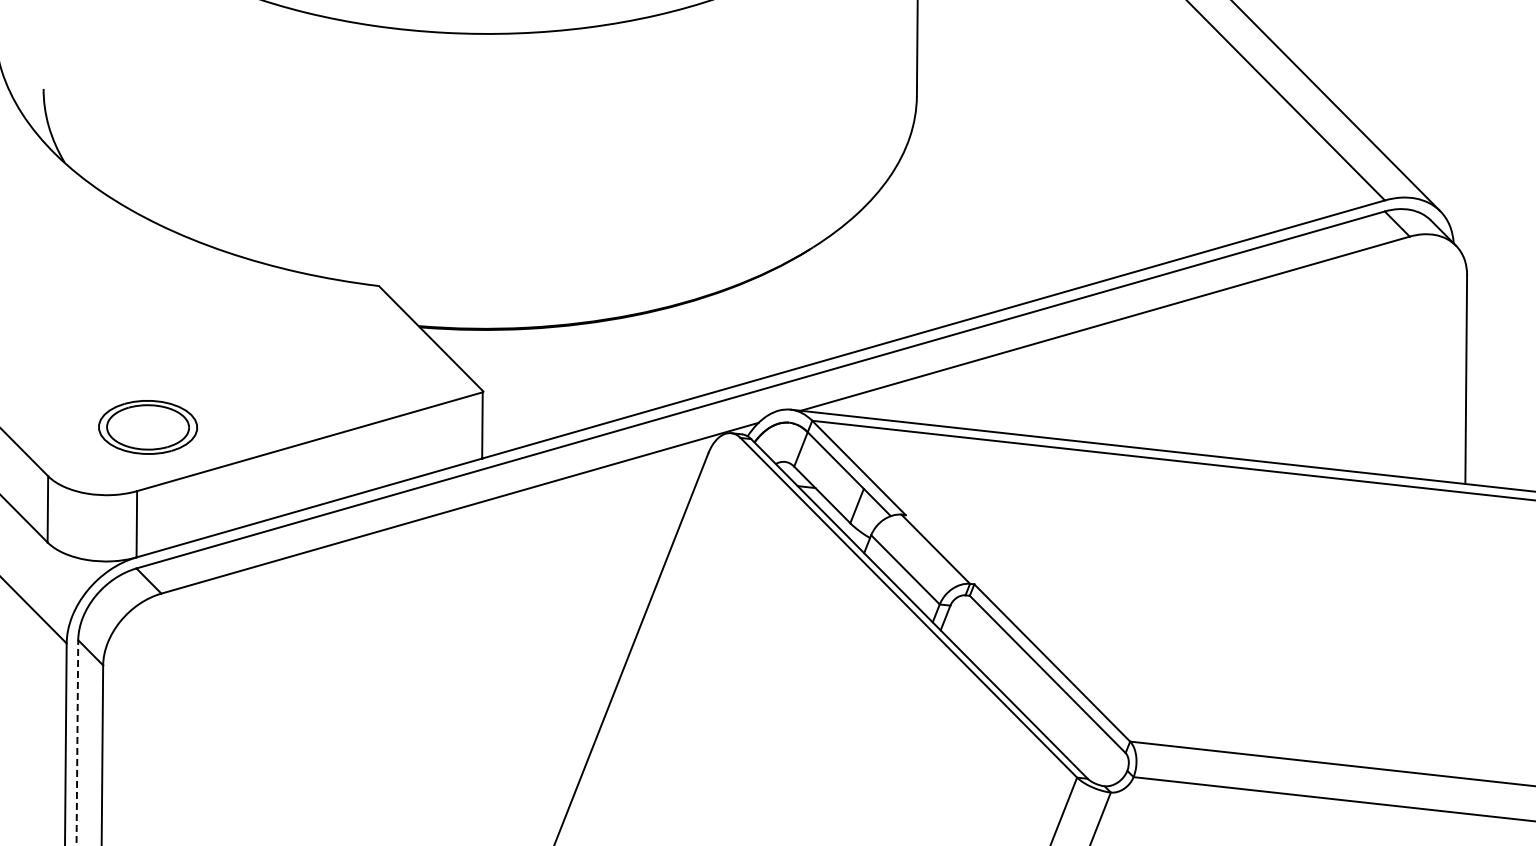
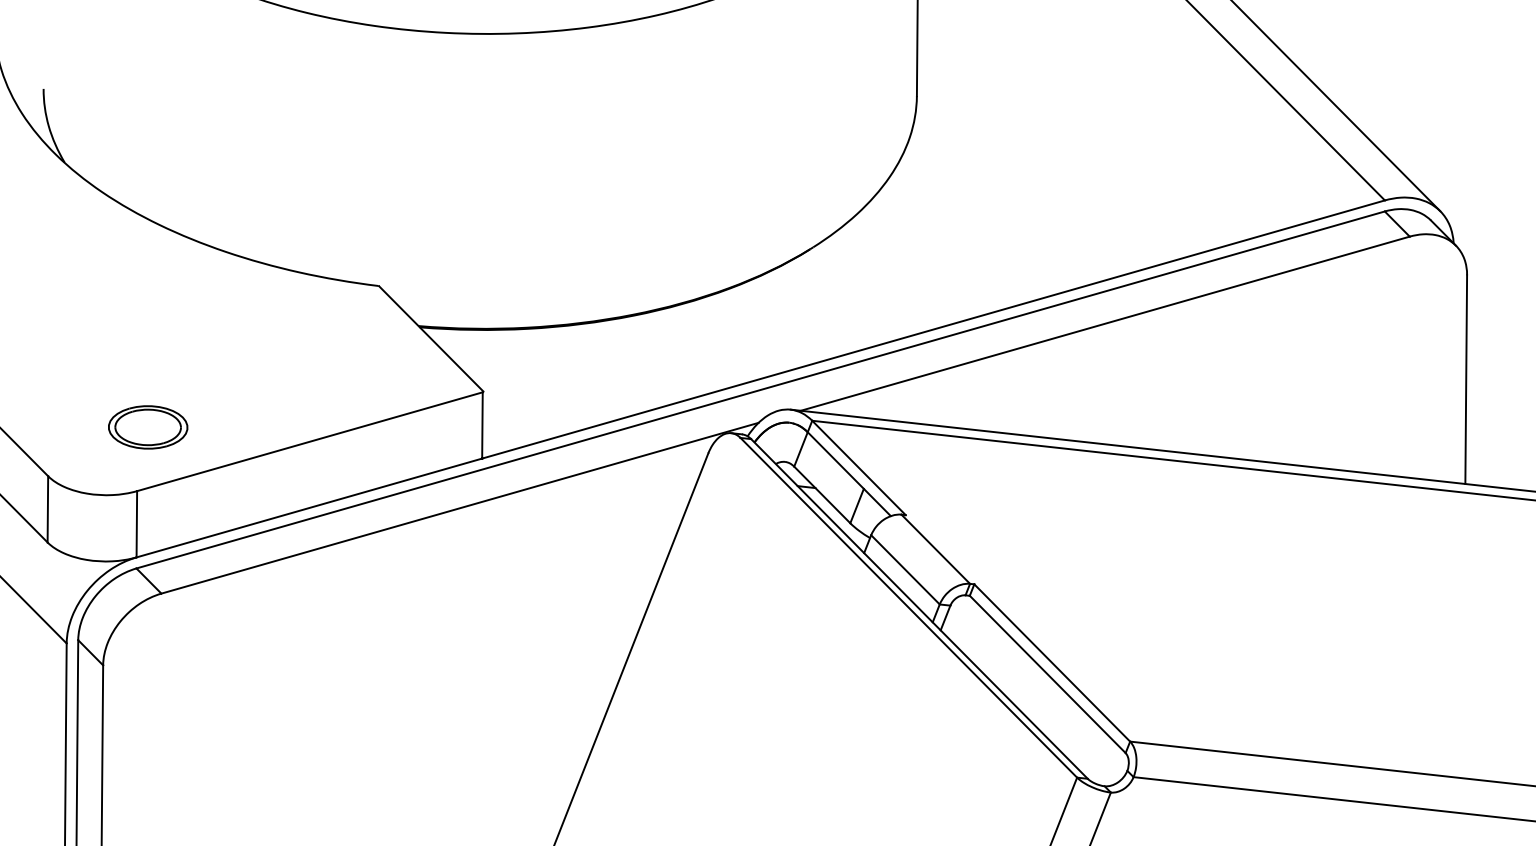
part at (147, 427) size: 100x55 px -> 81x45 px
line at (77, 742): dashed -> solid
